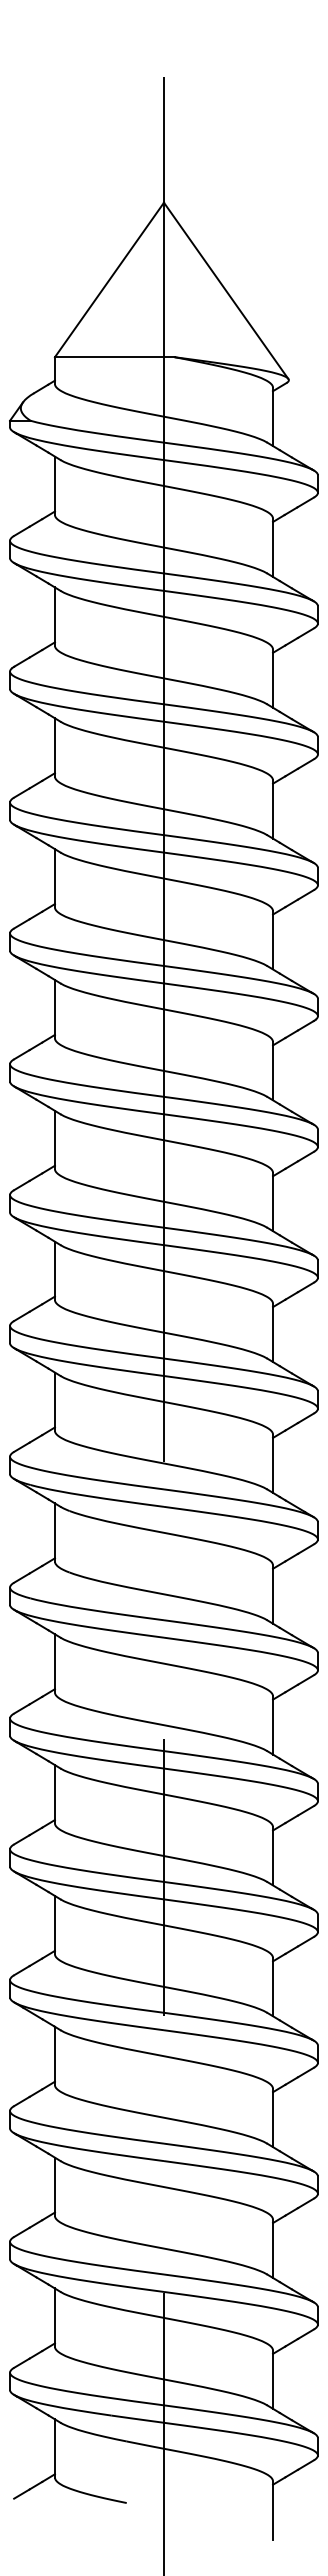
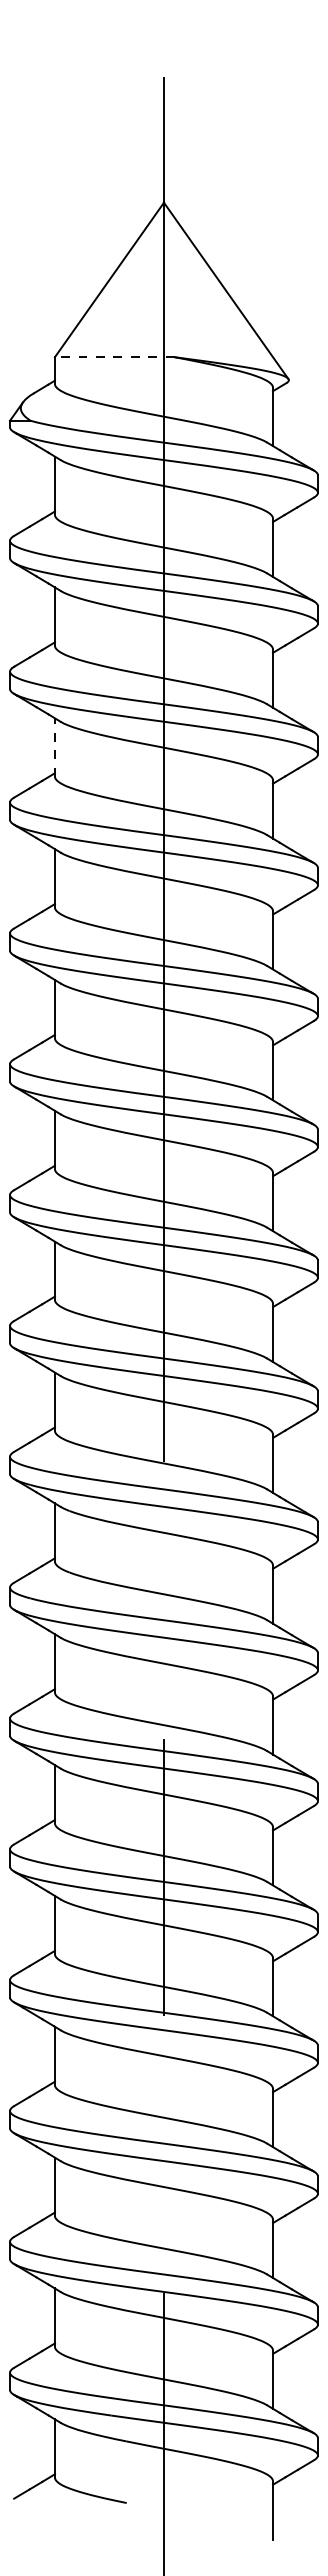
line at (114, 357): solid -> dashed
line at (54, 746): solid -> dashed
